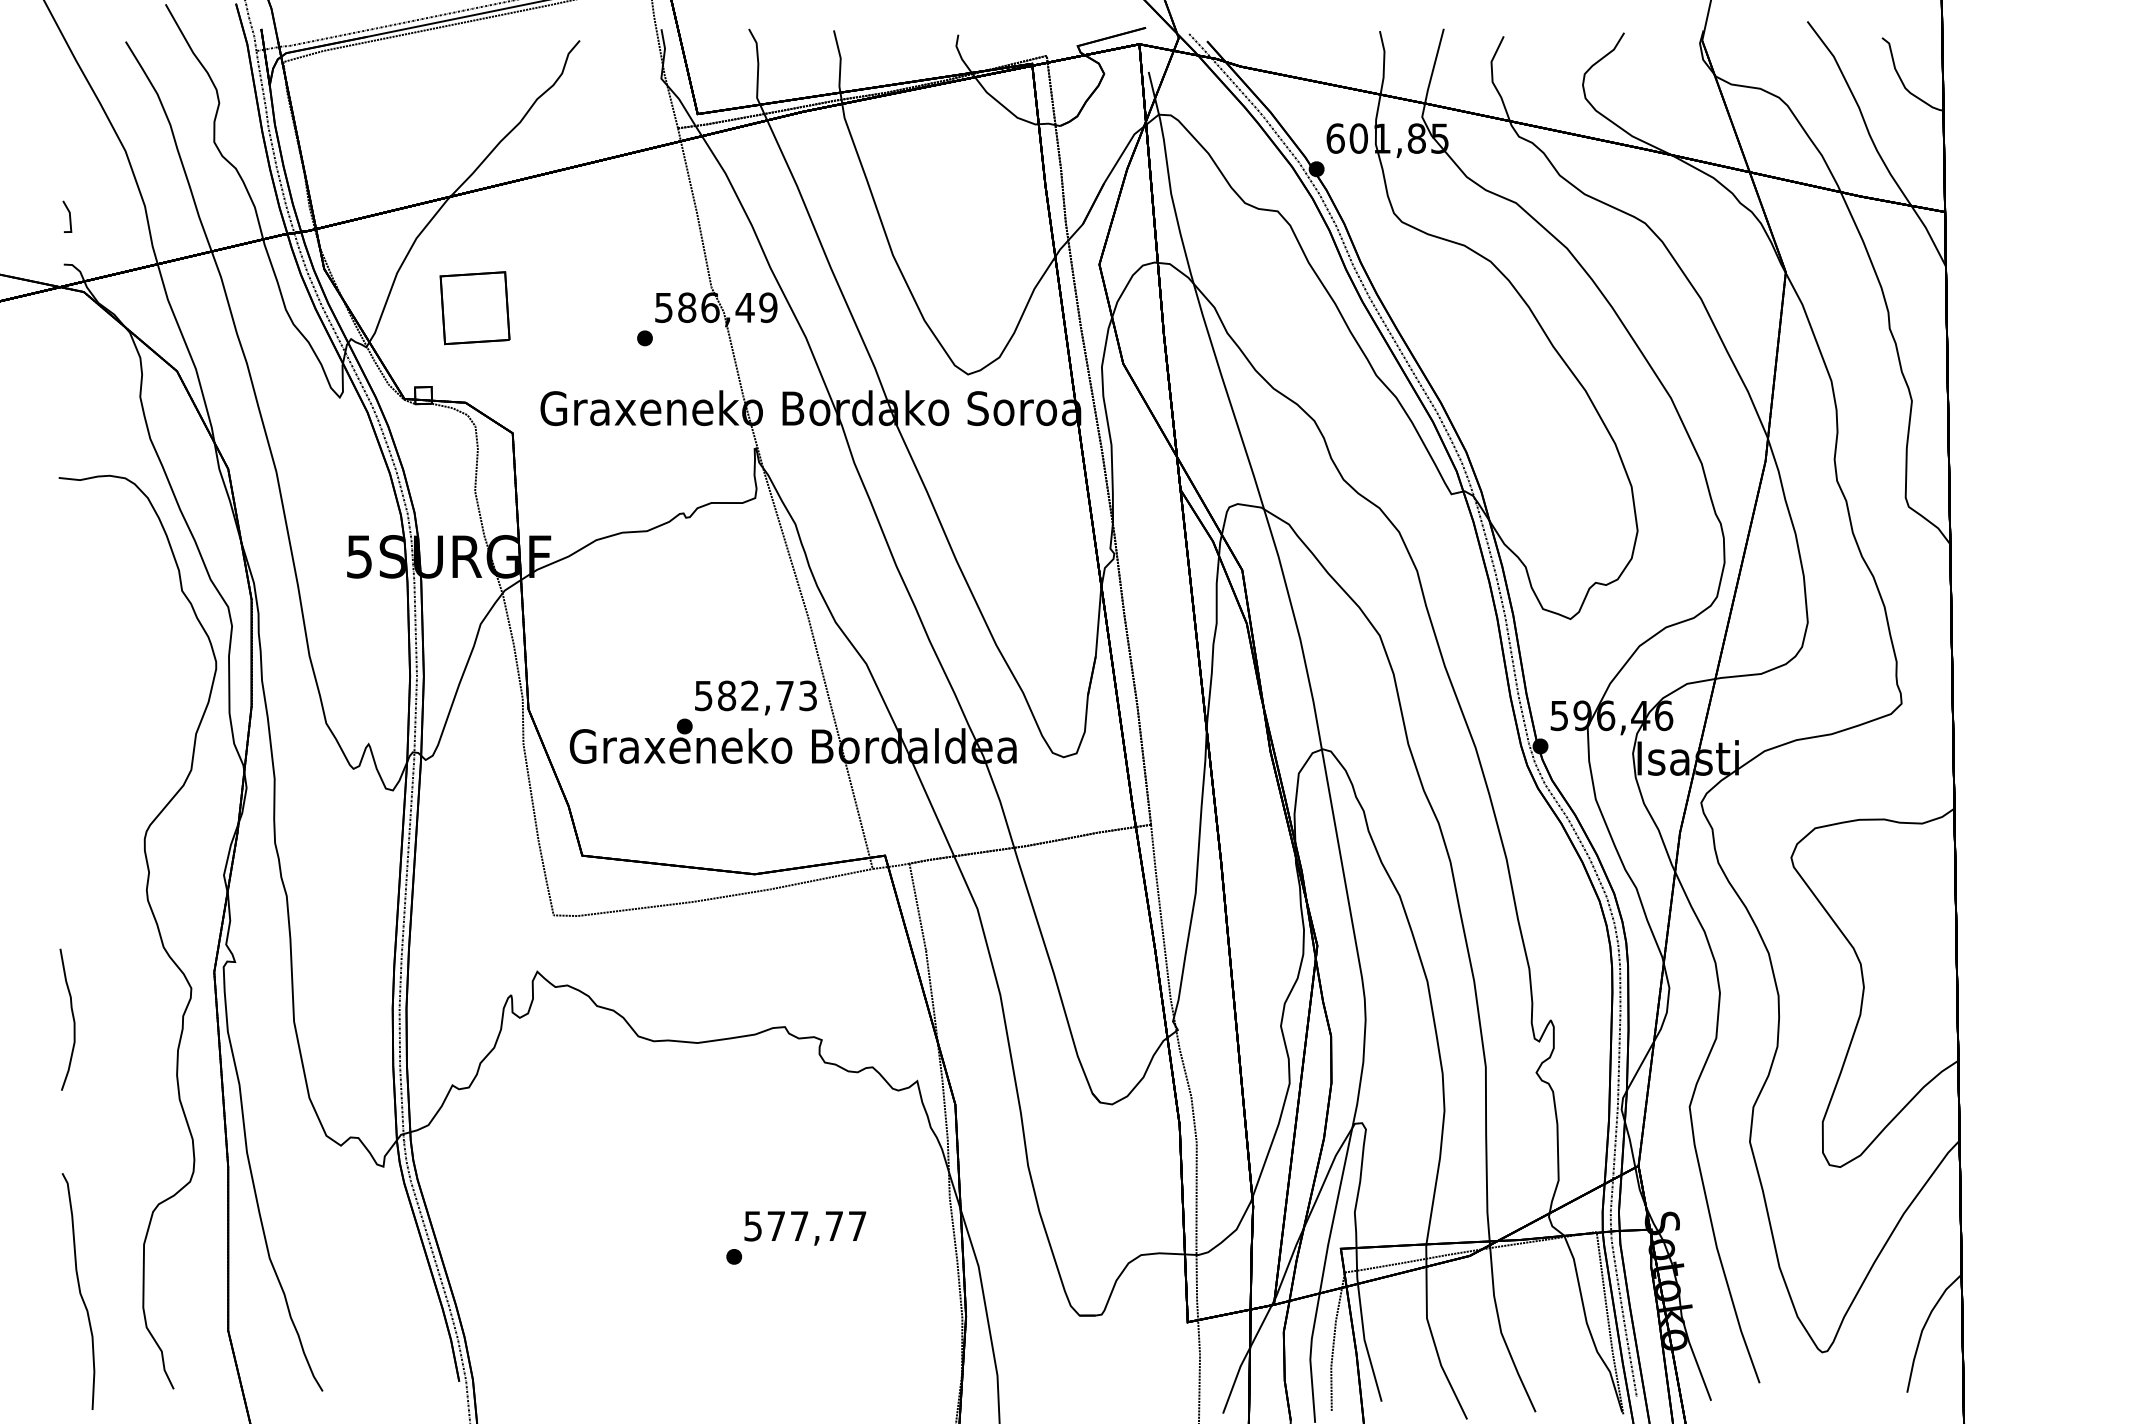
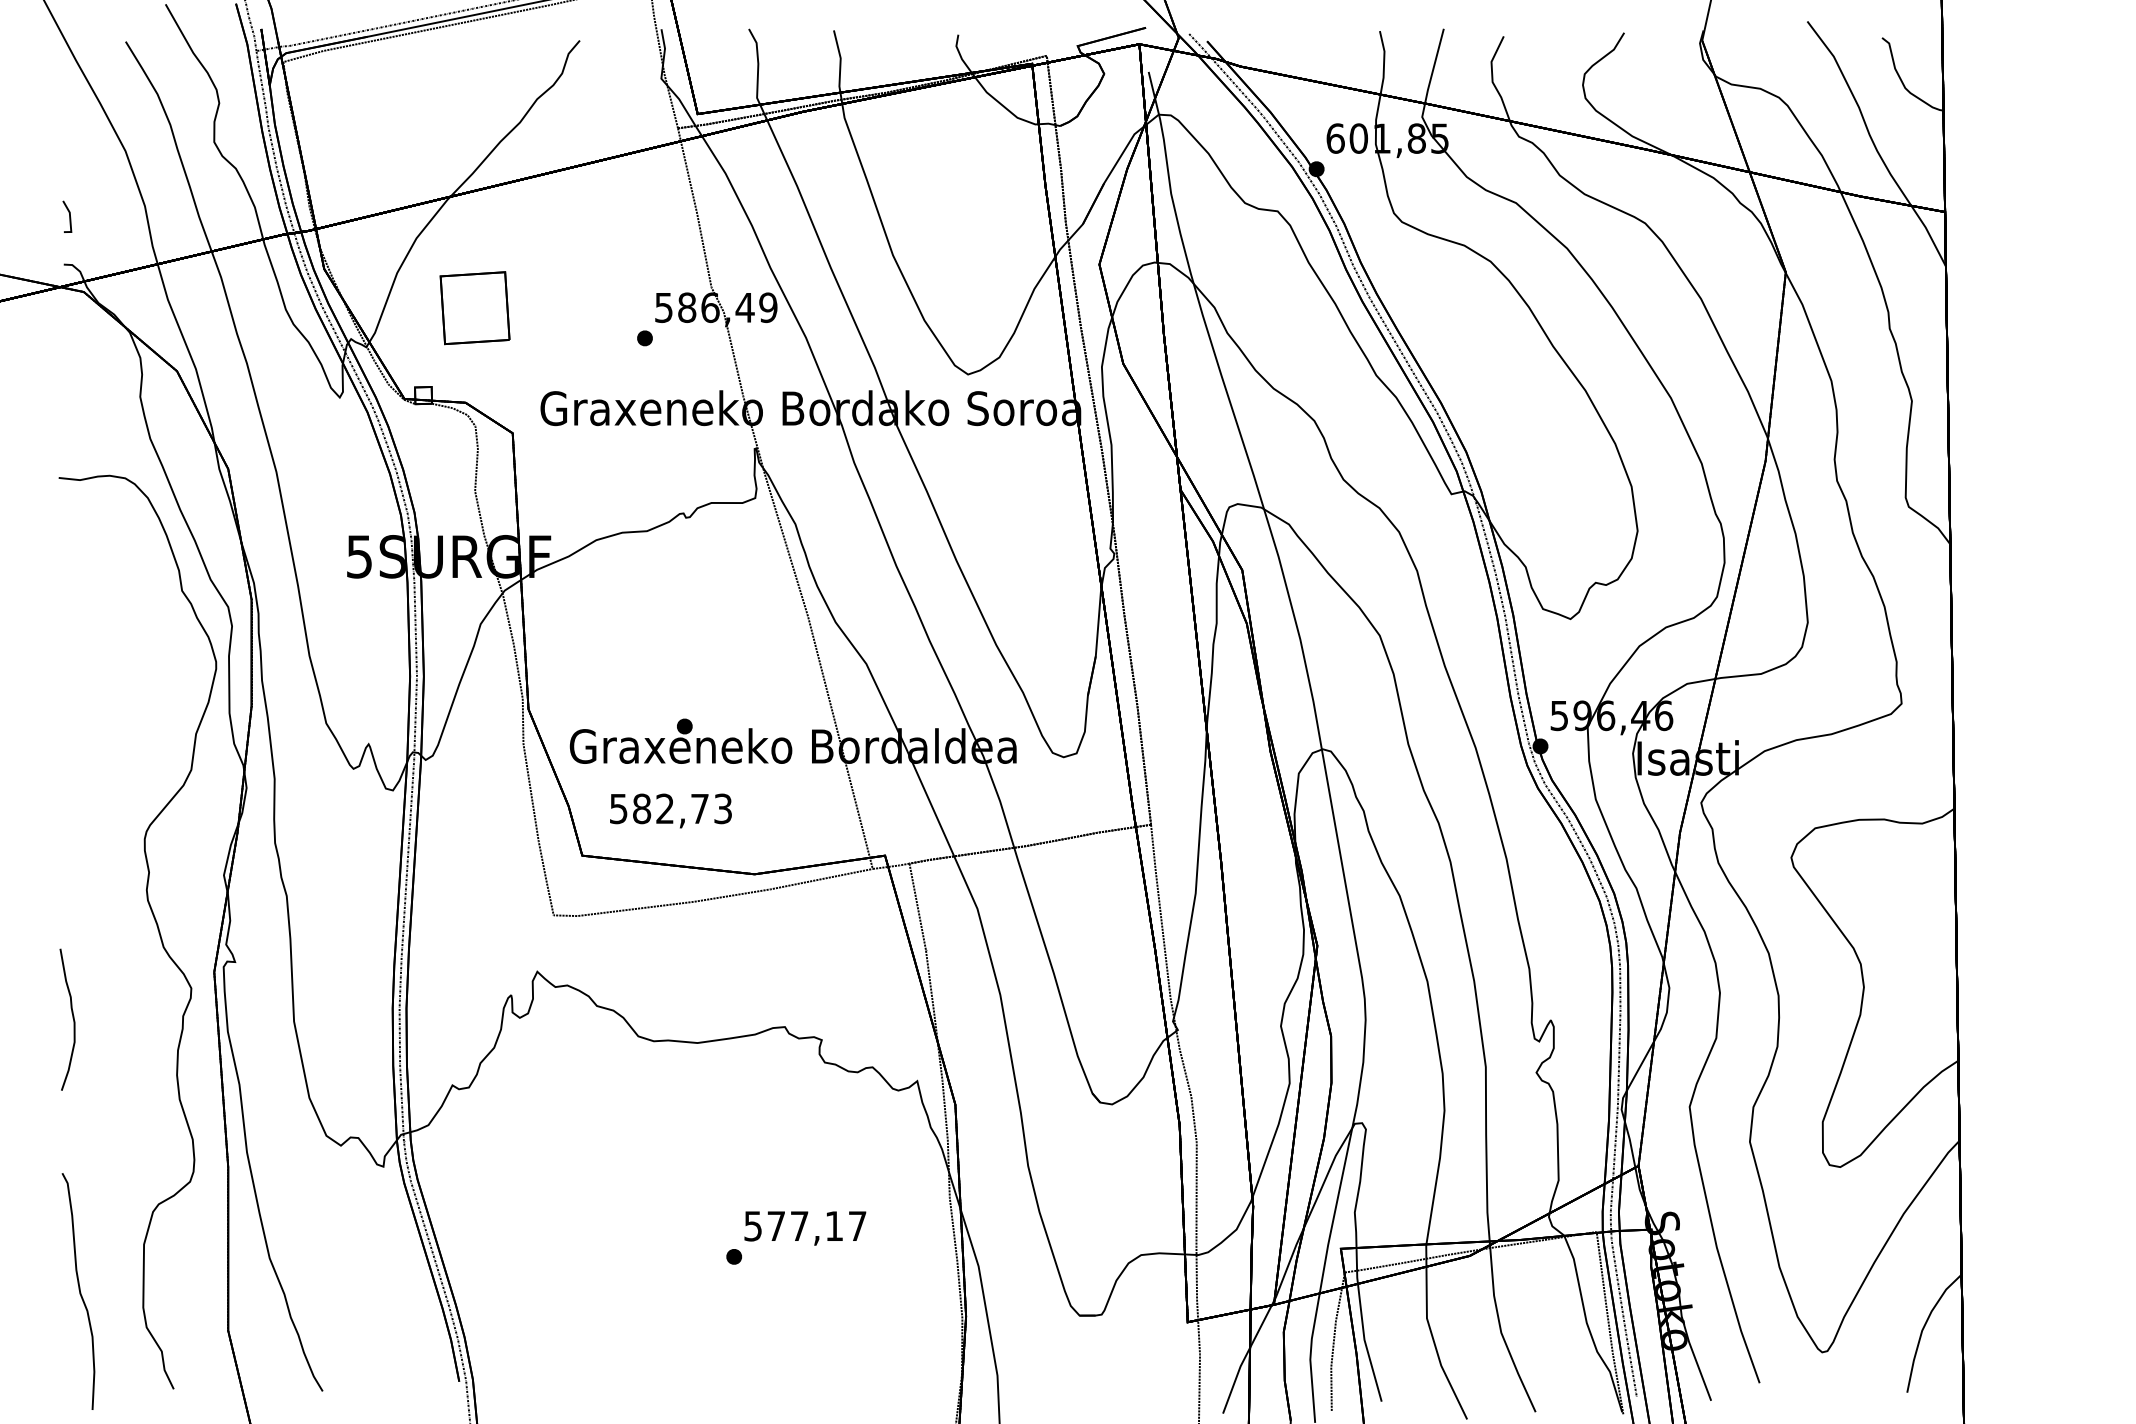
text at (755, 697) position: (755, 697) -> (670, 810)
text at (833, 1225): 577,77 -> 577,17
